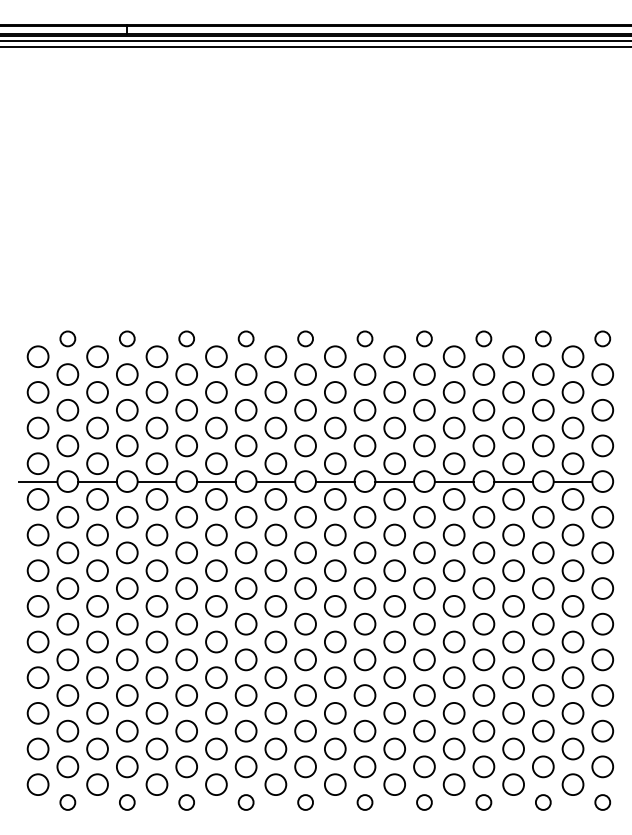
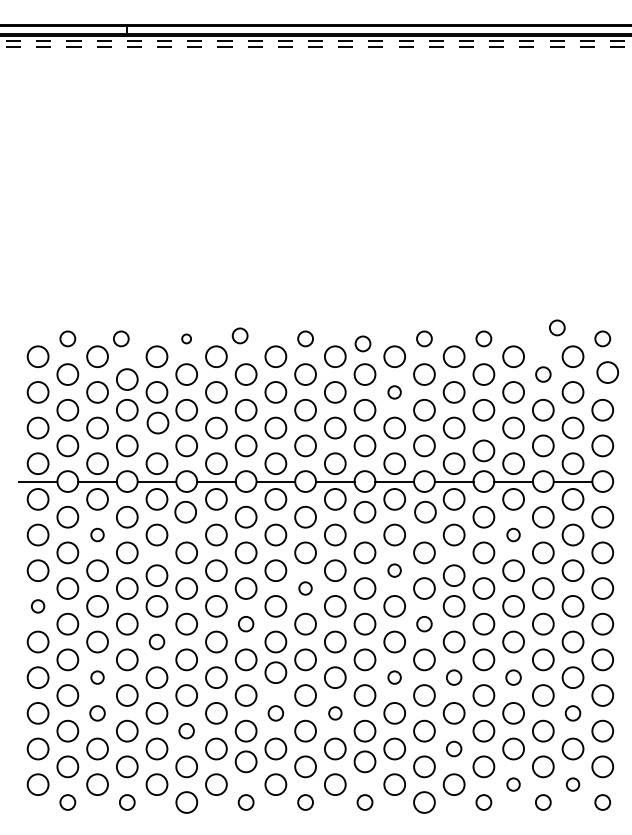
line at (316, 40): solid -> dashed
line at (316, 47): solid -> dashed
circle at (127, 338) position: (127, 338) -> (121, 338)
circle at (186, 338) size: 17x18 px -> 11x12 px
circle at (245, 338) position: (245, 338) -> (239, 335)
circle at (364, 338) position: (364, 338) -> (362, 343)
circle at (543, 338) position: (543, 338) -> (557, 327)
circle at (127, 374) position: (127, 374) -> (127, 379)
circle at (543, 374) size: 23x23 px -> 17x17 px
circle at (602, 374) position: (602, 374) -> (607, 372)
circle at (394, 392) size: 23x23 px -> 15x15 px
circle at (156, 427) position: (156, 427) -> (157, 422)
circle at (483, 445) position: (483, 445) -> (483, 450)
circle at (186, 516) position: (186, 516) -> (185, 511)
circle at (424, 516) position: (424, 516) -> (425, 511)
circle at (364, 517) position: (364, 517) -> (364, 512)
circle at (97, 534) size: 23x24 px -> 15x16 px
circle at (513, 534) size: 23x24 px -> 15x16 px
circle at (156, 570) position: (156, 570) -> (156, 575)
circle at (394, 570) size: 23x23 px -> 15x15 px
circle at (453, 570) position: (453, 570) -> (453, 575)
circle at (305, 588) size: 23x23 px -> 15x15 px
circle at (37, 606) size: 24x23 px -> 15x15 px
circle at (245, 623) size: 24x24 px -> 17x17 px
circle at (424, 623) size: 23x24 px -> 17x17 px
circle at (156, 641) size: 24x24 px -> 18x18 px
circle at (97, 677) size: 23x23 px -> 15x15 px
circle at (275, 677) position: (275, 677) -> (275, 672)
circle at (394, 677) size: 23x23 px -> 15x15 px
circle at (453, 677) size: 24x23 px -> 17x17 px
circle at (513, 677) size: 23x23 px -> 17x17 px
circle at (97, 713) size: 23x23 px -> 17x17 px
circle at (275, 713) size: 24x23 px -> 18x17 px
circle at (335, 713) size: 23x23 px -> 15x15 px
circle at (572, 713) size: 24x23 px -> 18x17 px
circle at (186, 730) size: 23x24 px -> 17x17 px
circle at (453, 748) size: 24x24 px -> 17x18 px
circle at (245, 766) position: (245, 766) -> (245, 761)
circle at (364, 766) position: (364, 766) -> (364, 761)
circle at (513, 784) size: 23x23 px -> 15x15 px
circle at (572, 784) size: 24x23 px -> 16x15 px
circle at (186, 802) size: 17x17 px -> 24x23 px
circle at (424, 802) size: 17x17 px -> 23x23 px
